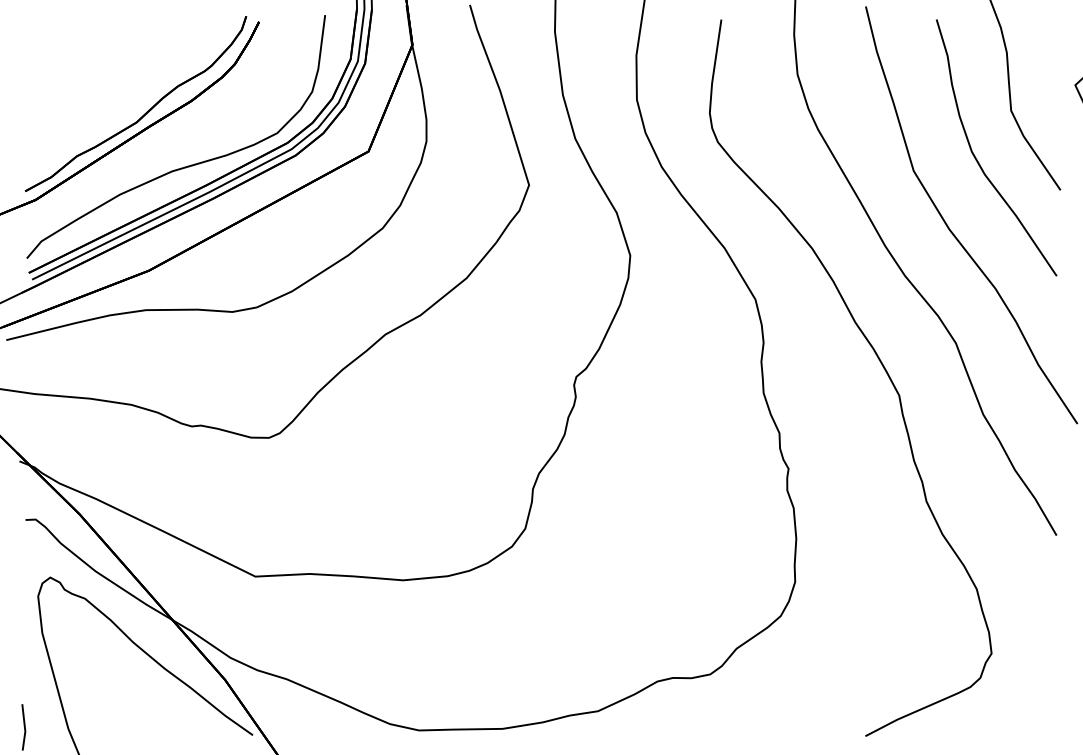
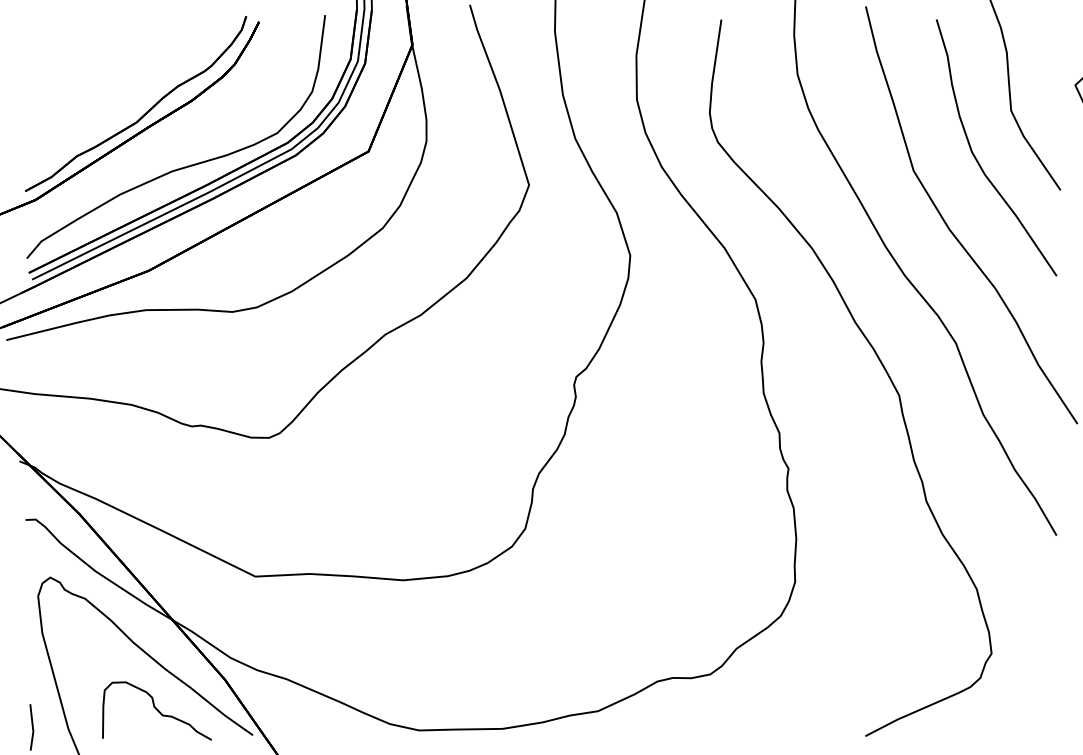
curve at (156, 710): none -> present
line at (23, 726) position: (23, 726) -> (31, 726)
